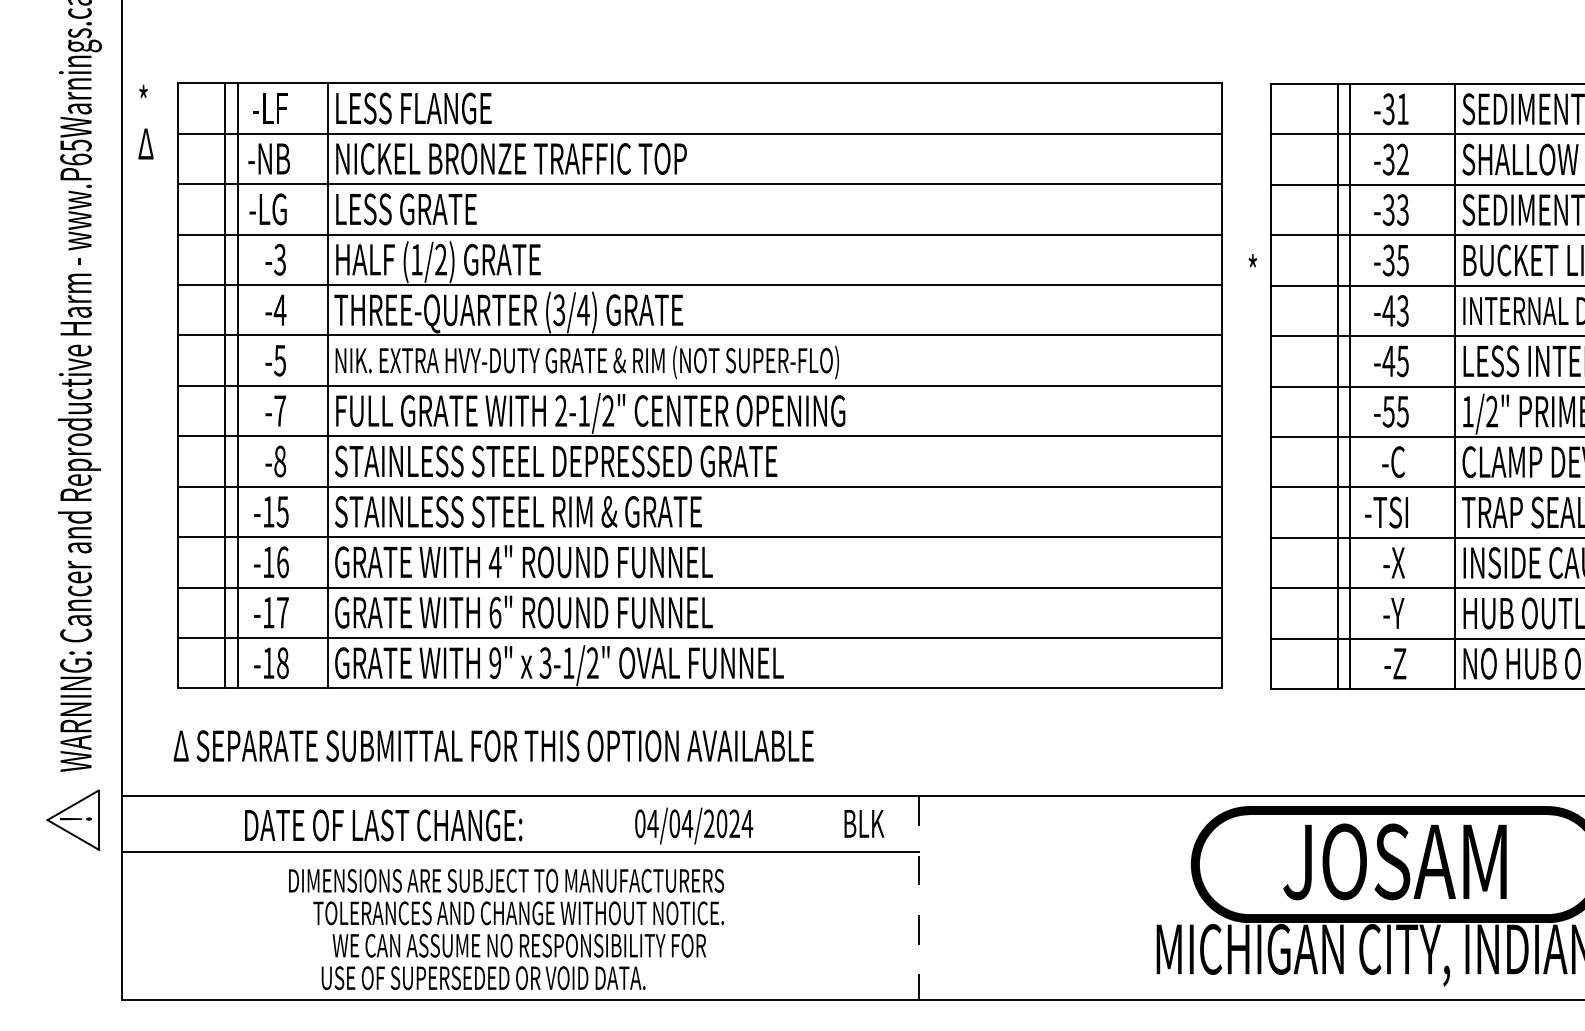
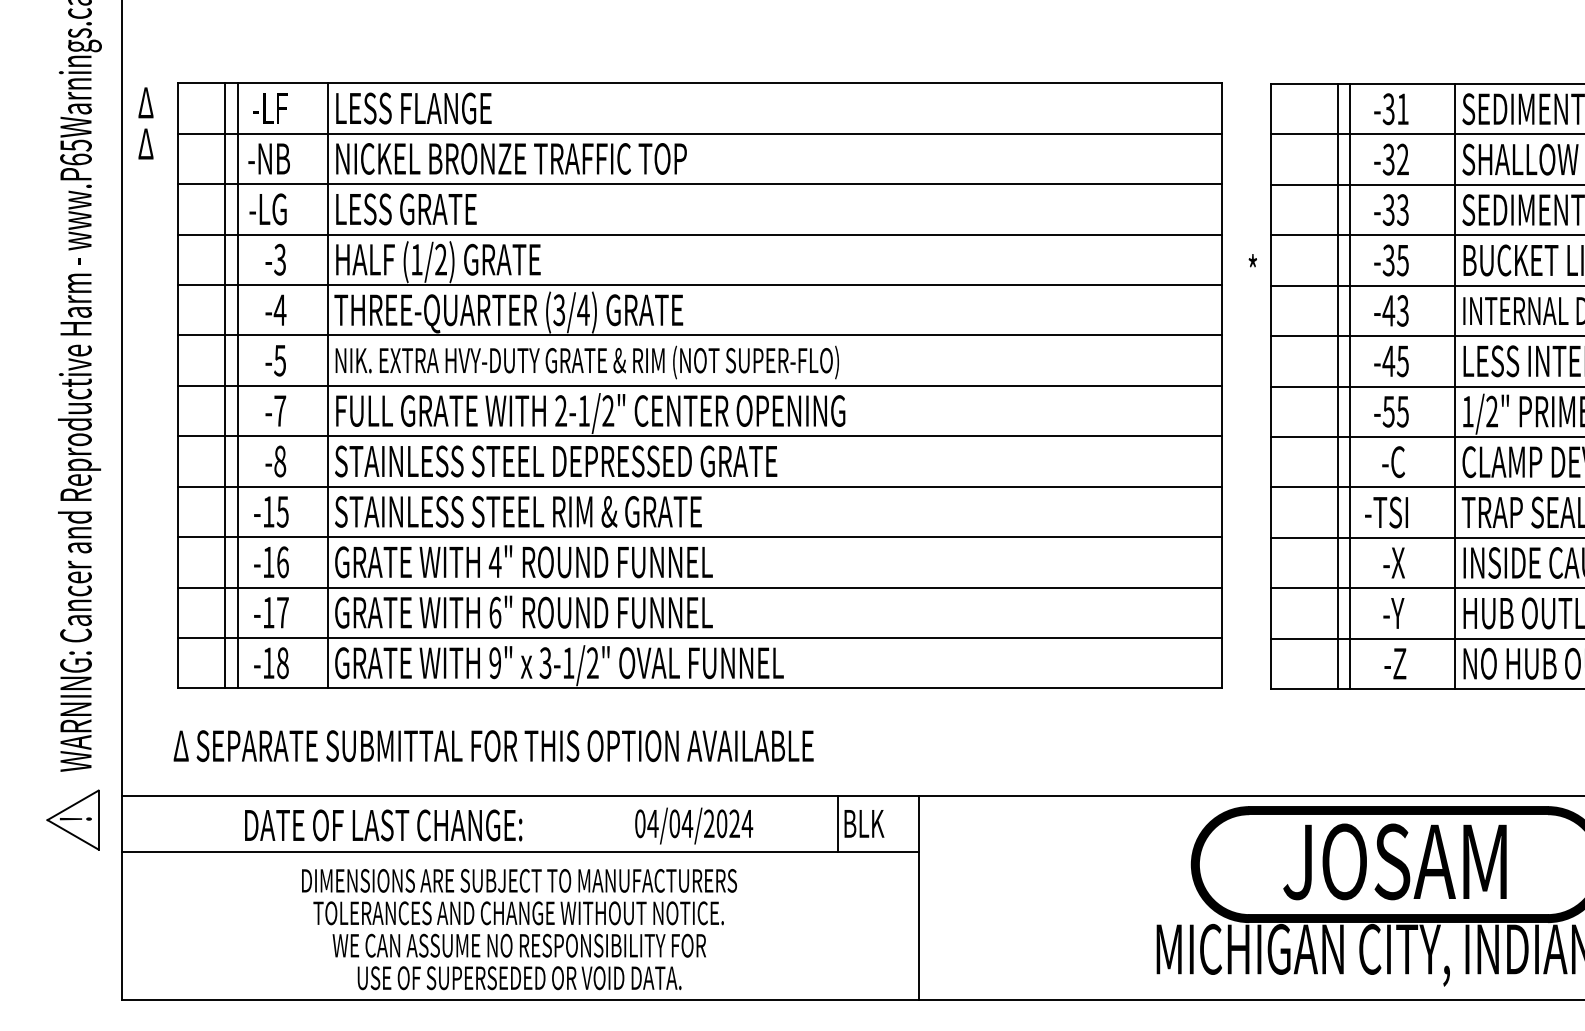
text at (145, 101): * -> Δ
line at (838, 823): none -> present
text at (506, 880) position: (506, 880) -> (519, 880)
line at (919, 898): dashed -> solid
text at (483, 978) position: (483, 978) -> (519, 978)
